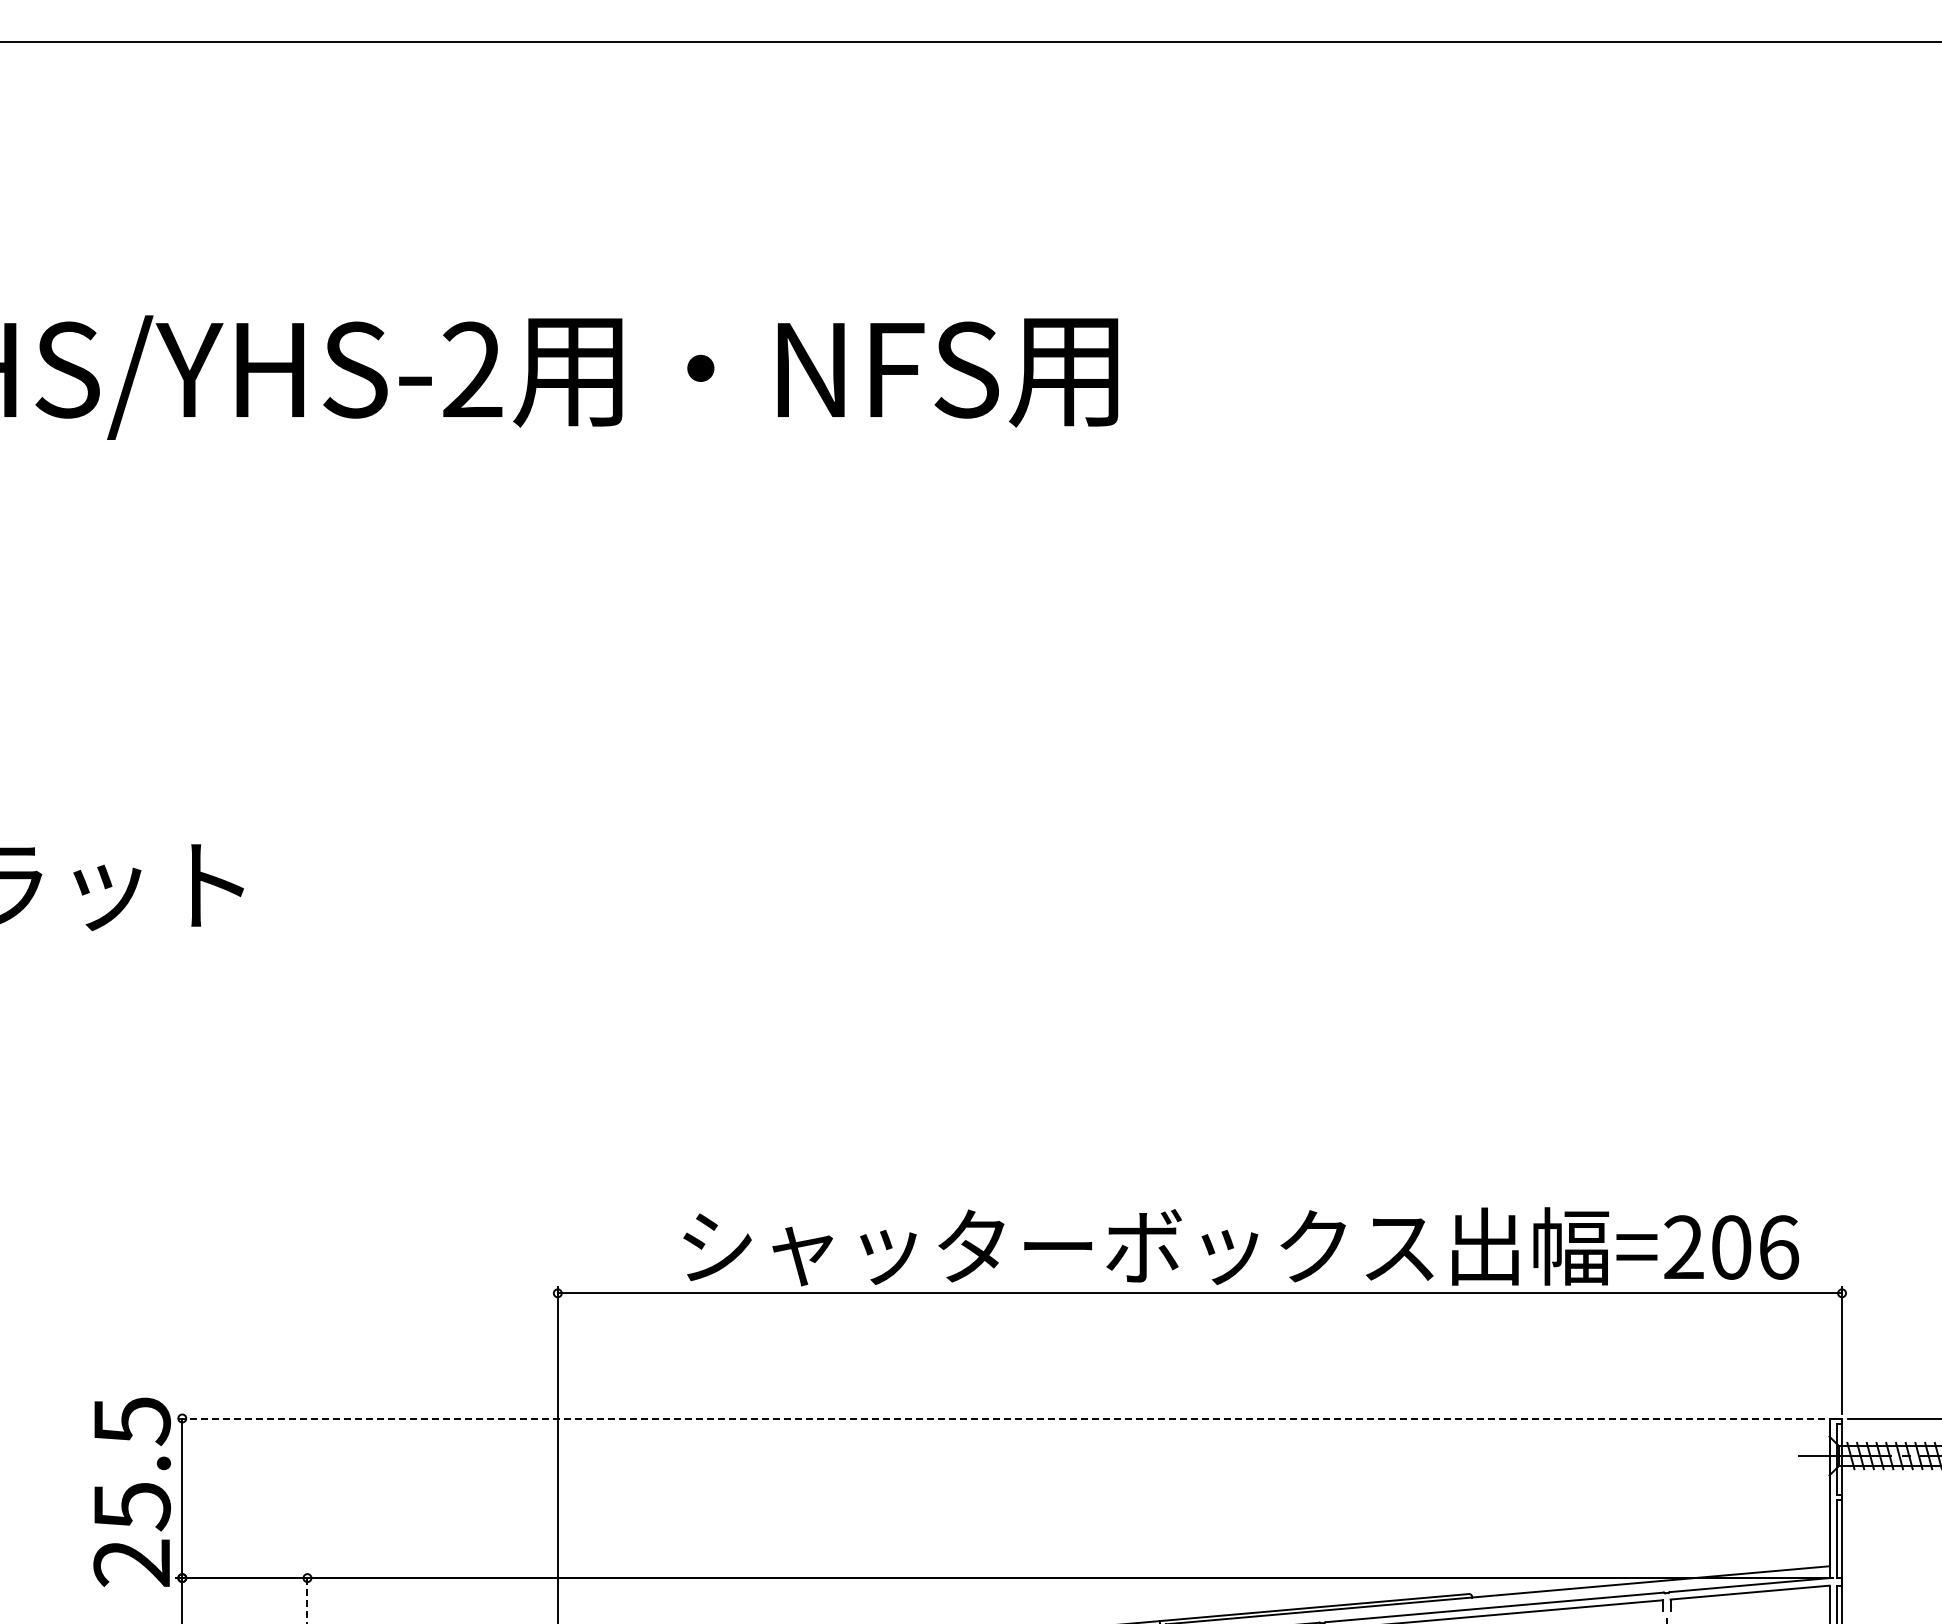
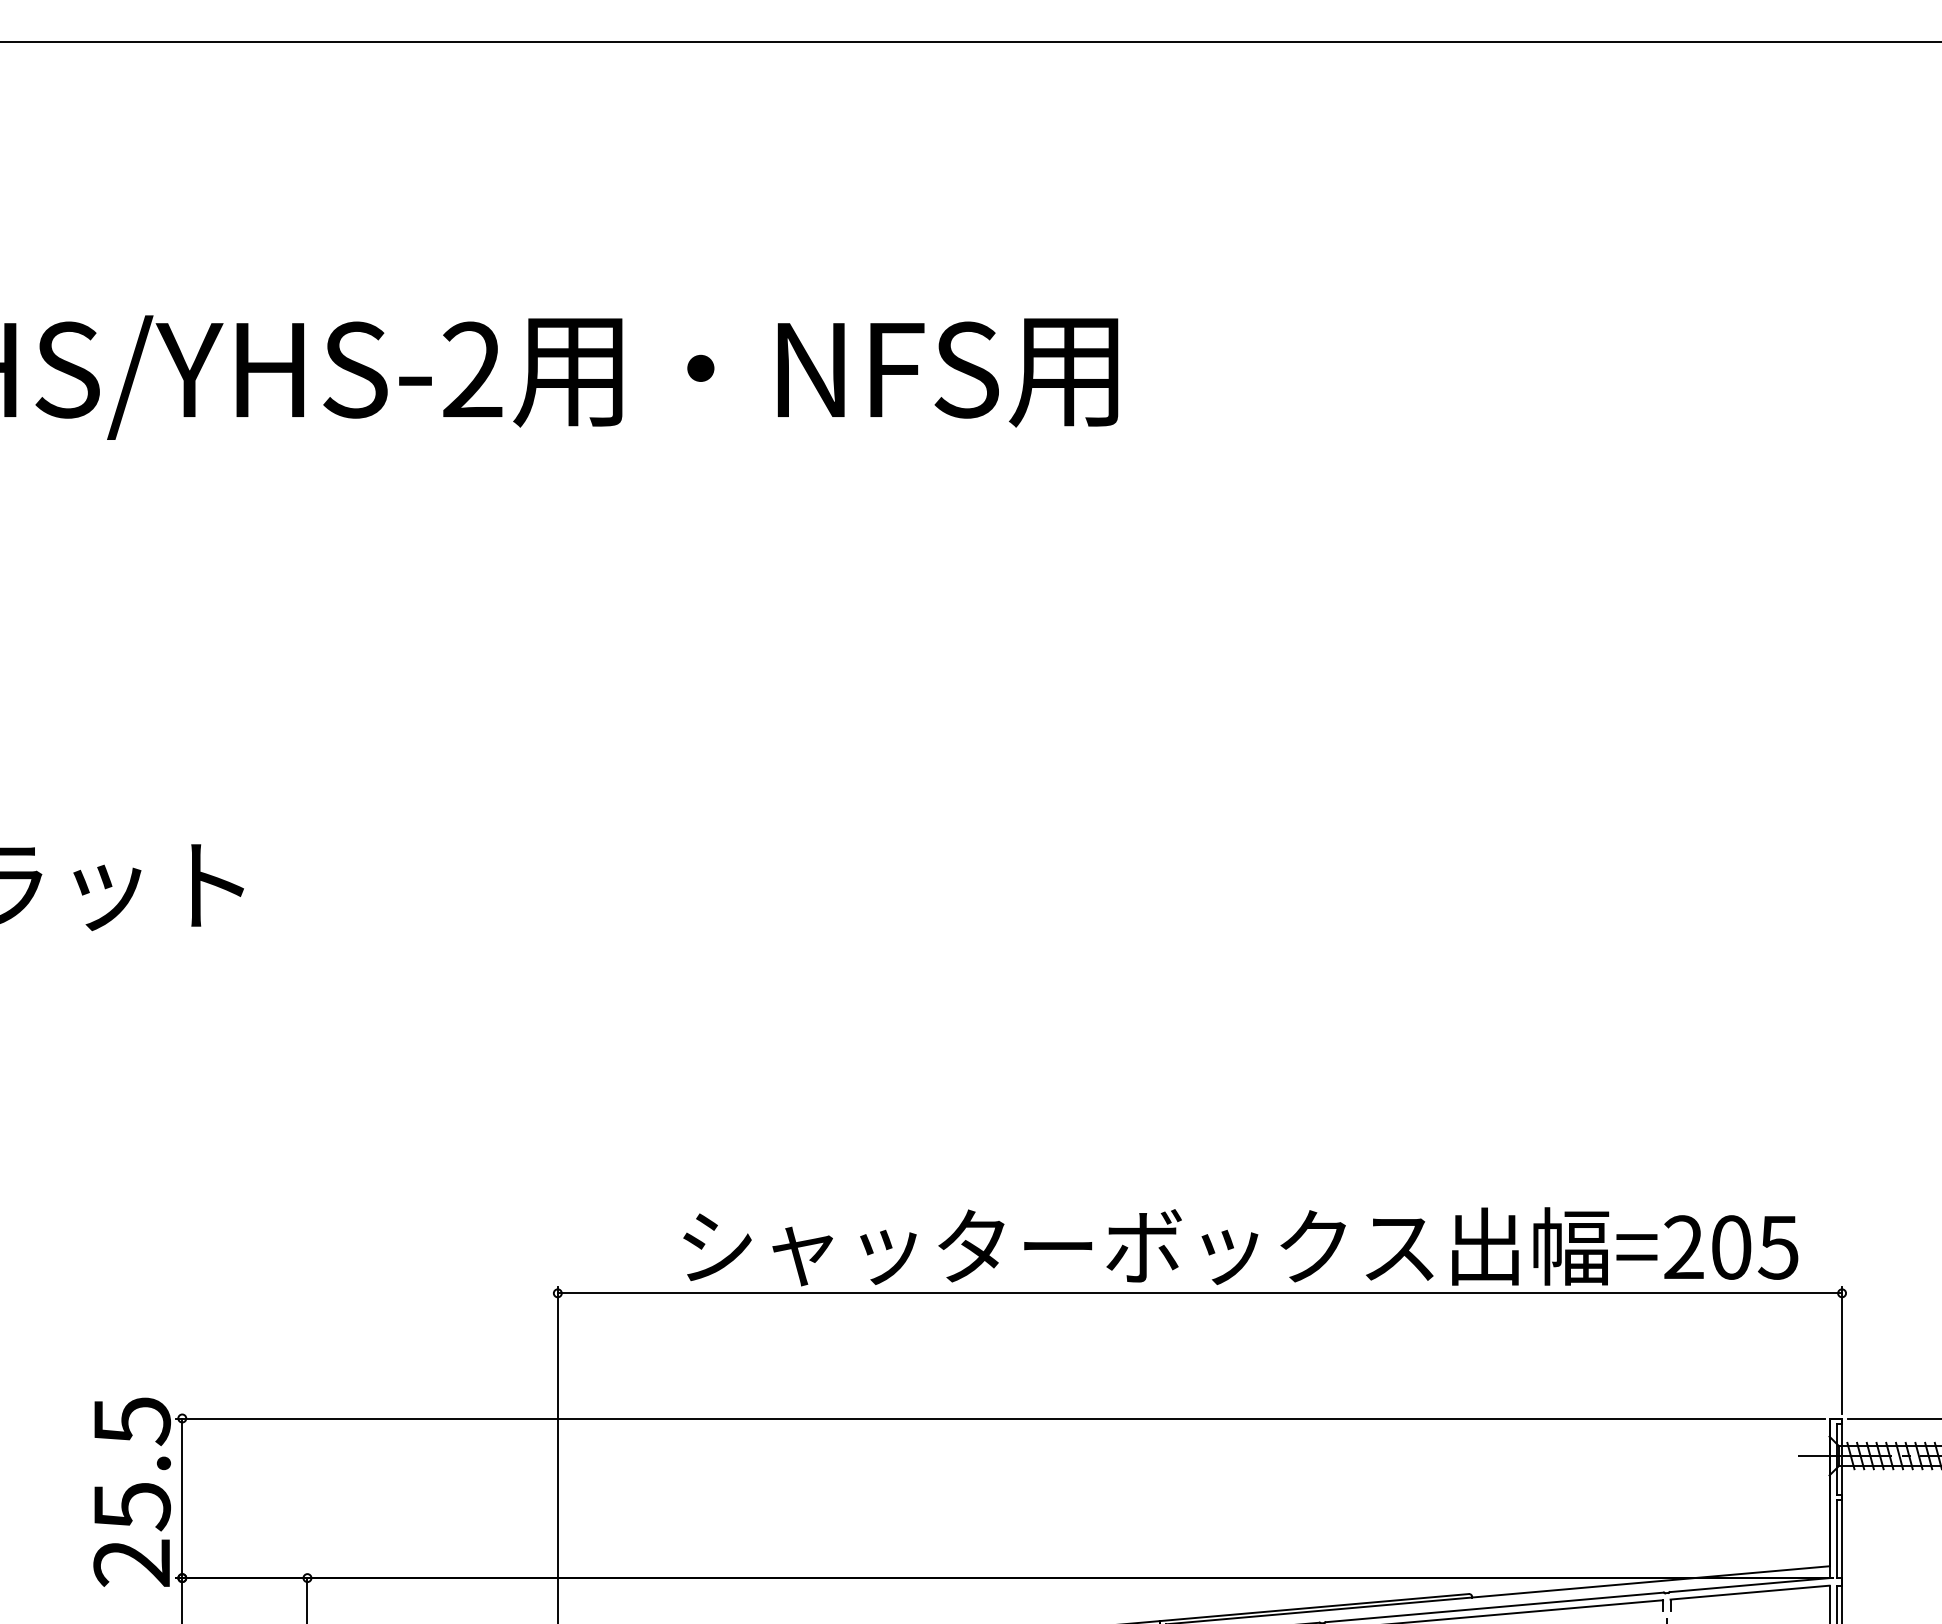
text at (1778, 1247): =206 -> =205
line at (1000, 1418): dashed -> solid
line at (307, 1601): dashed -> solid
